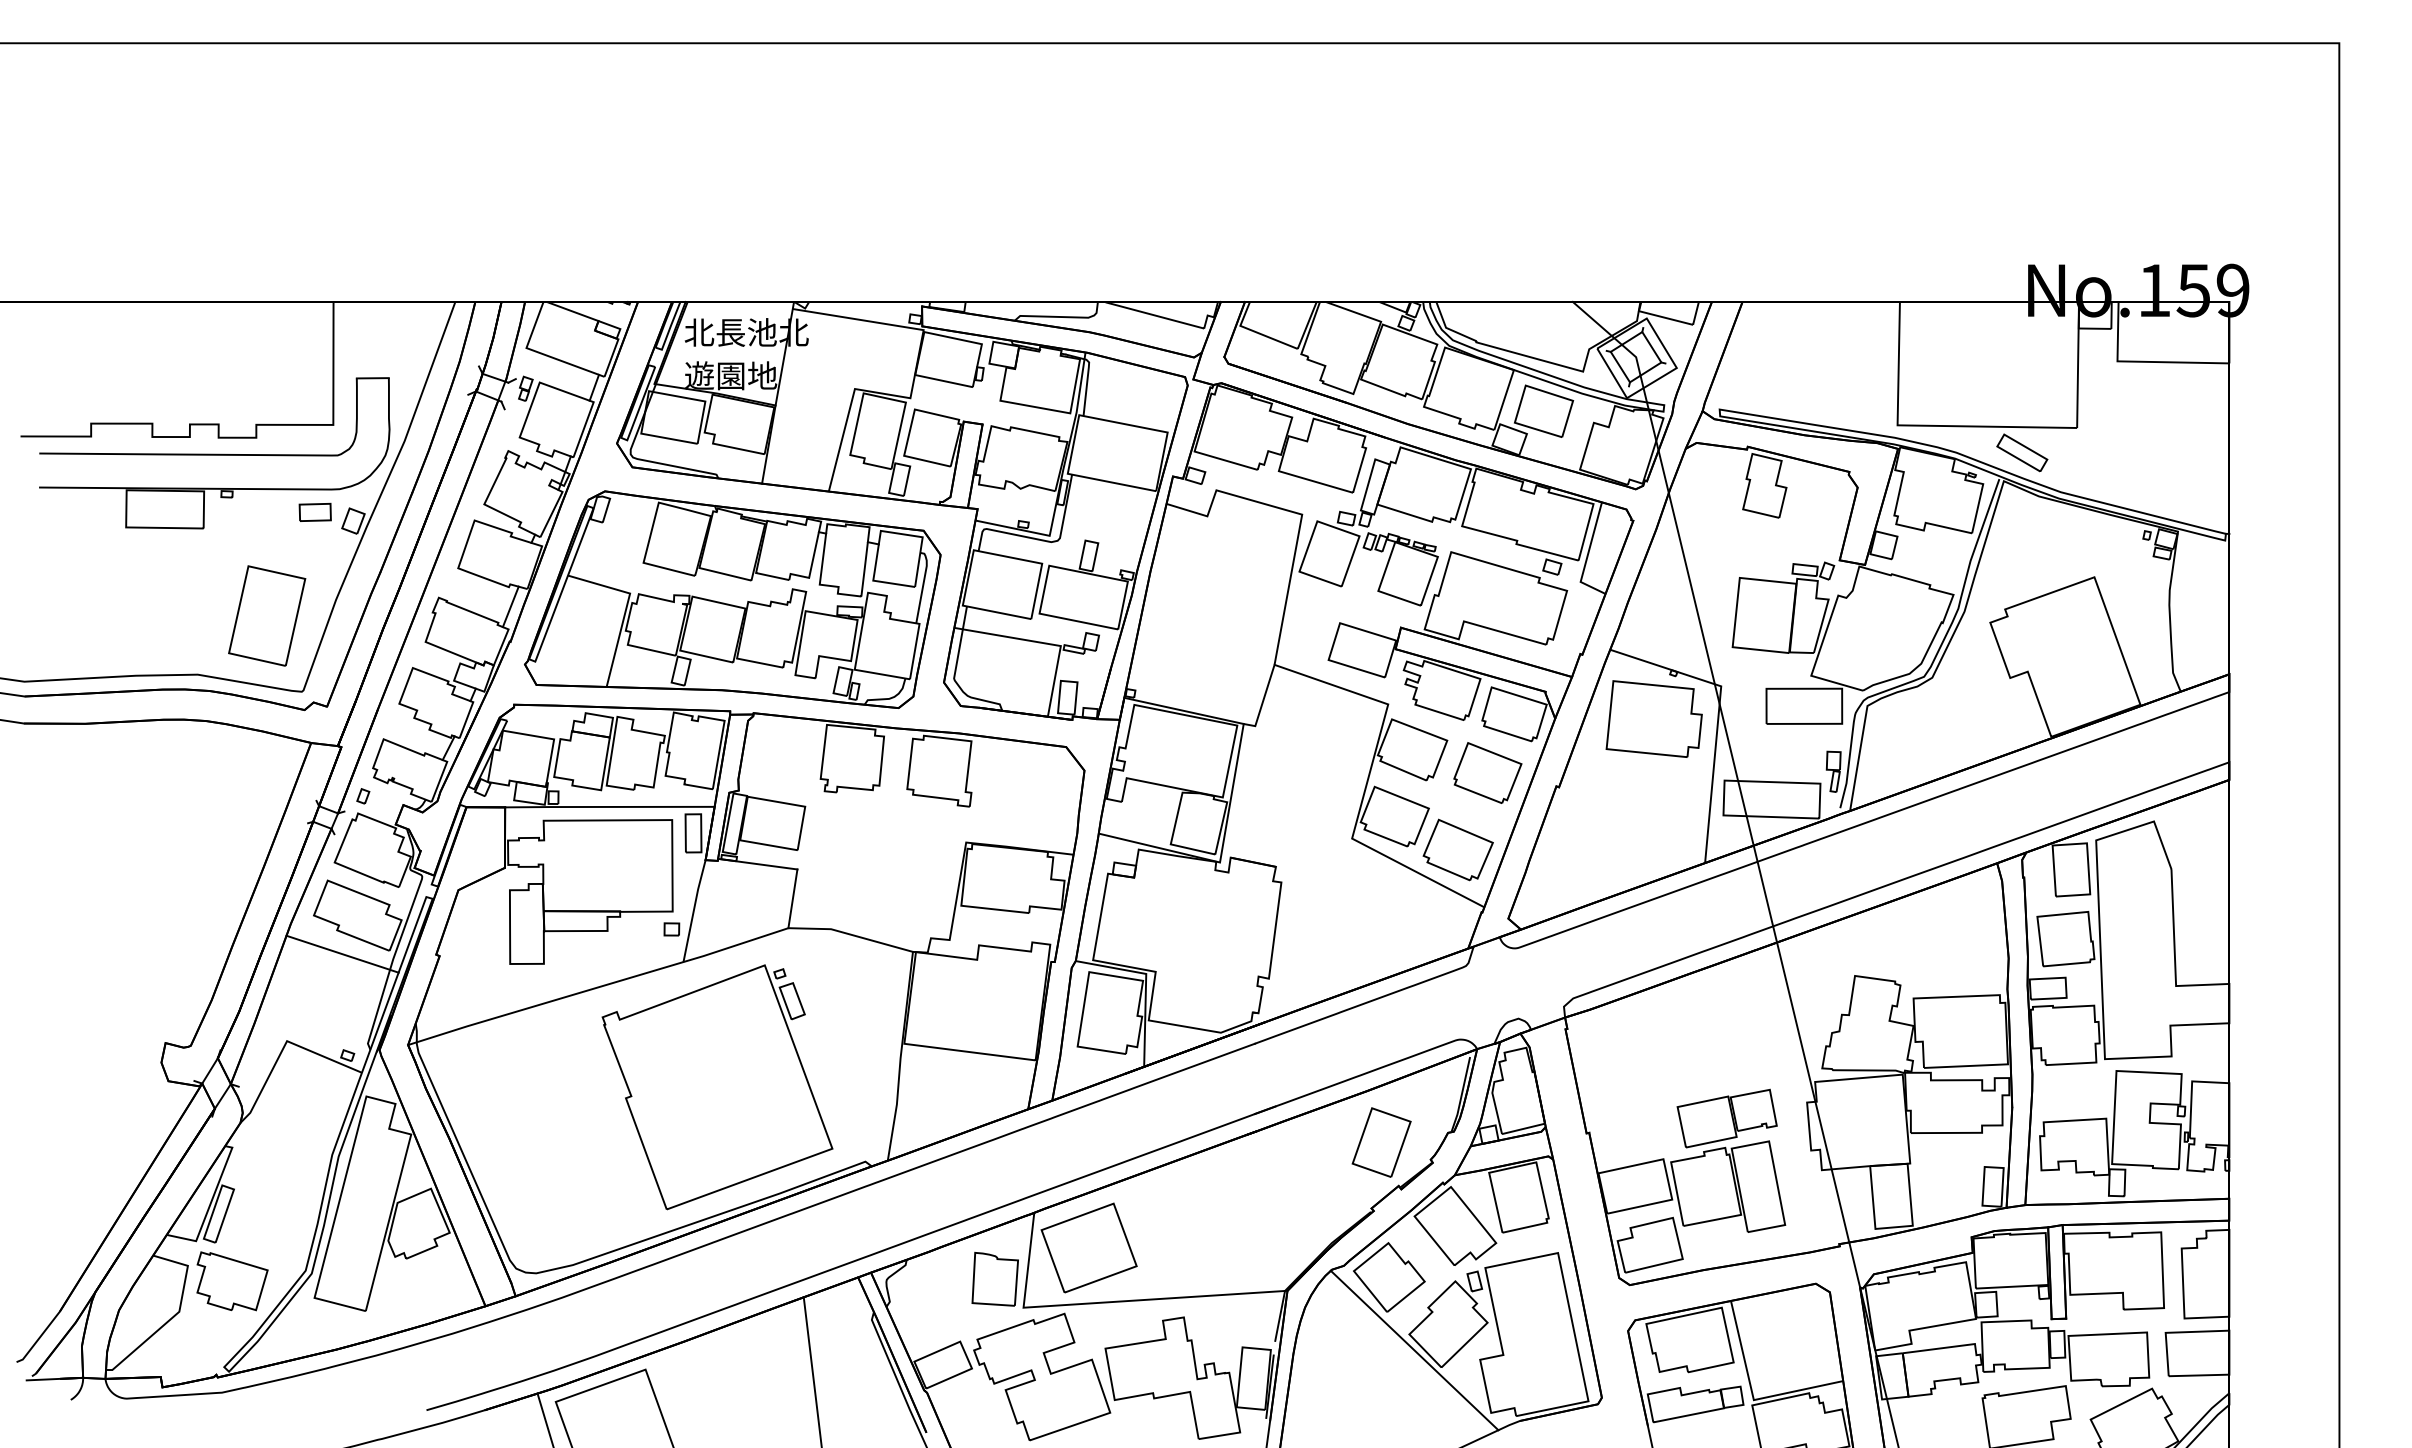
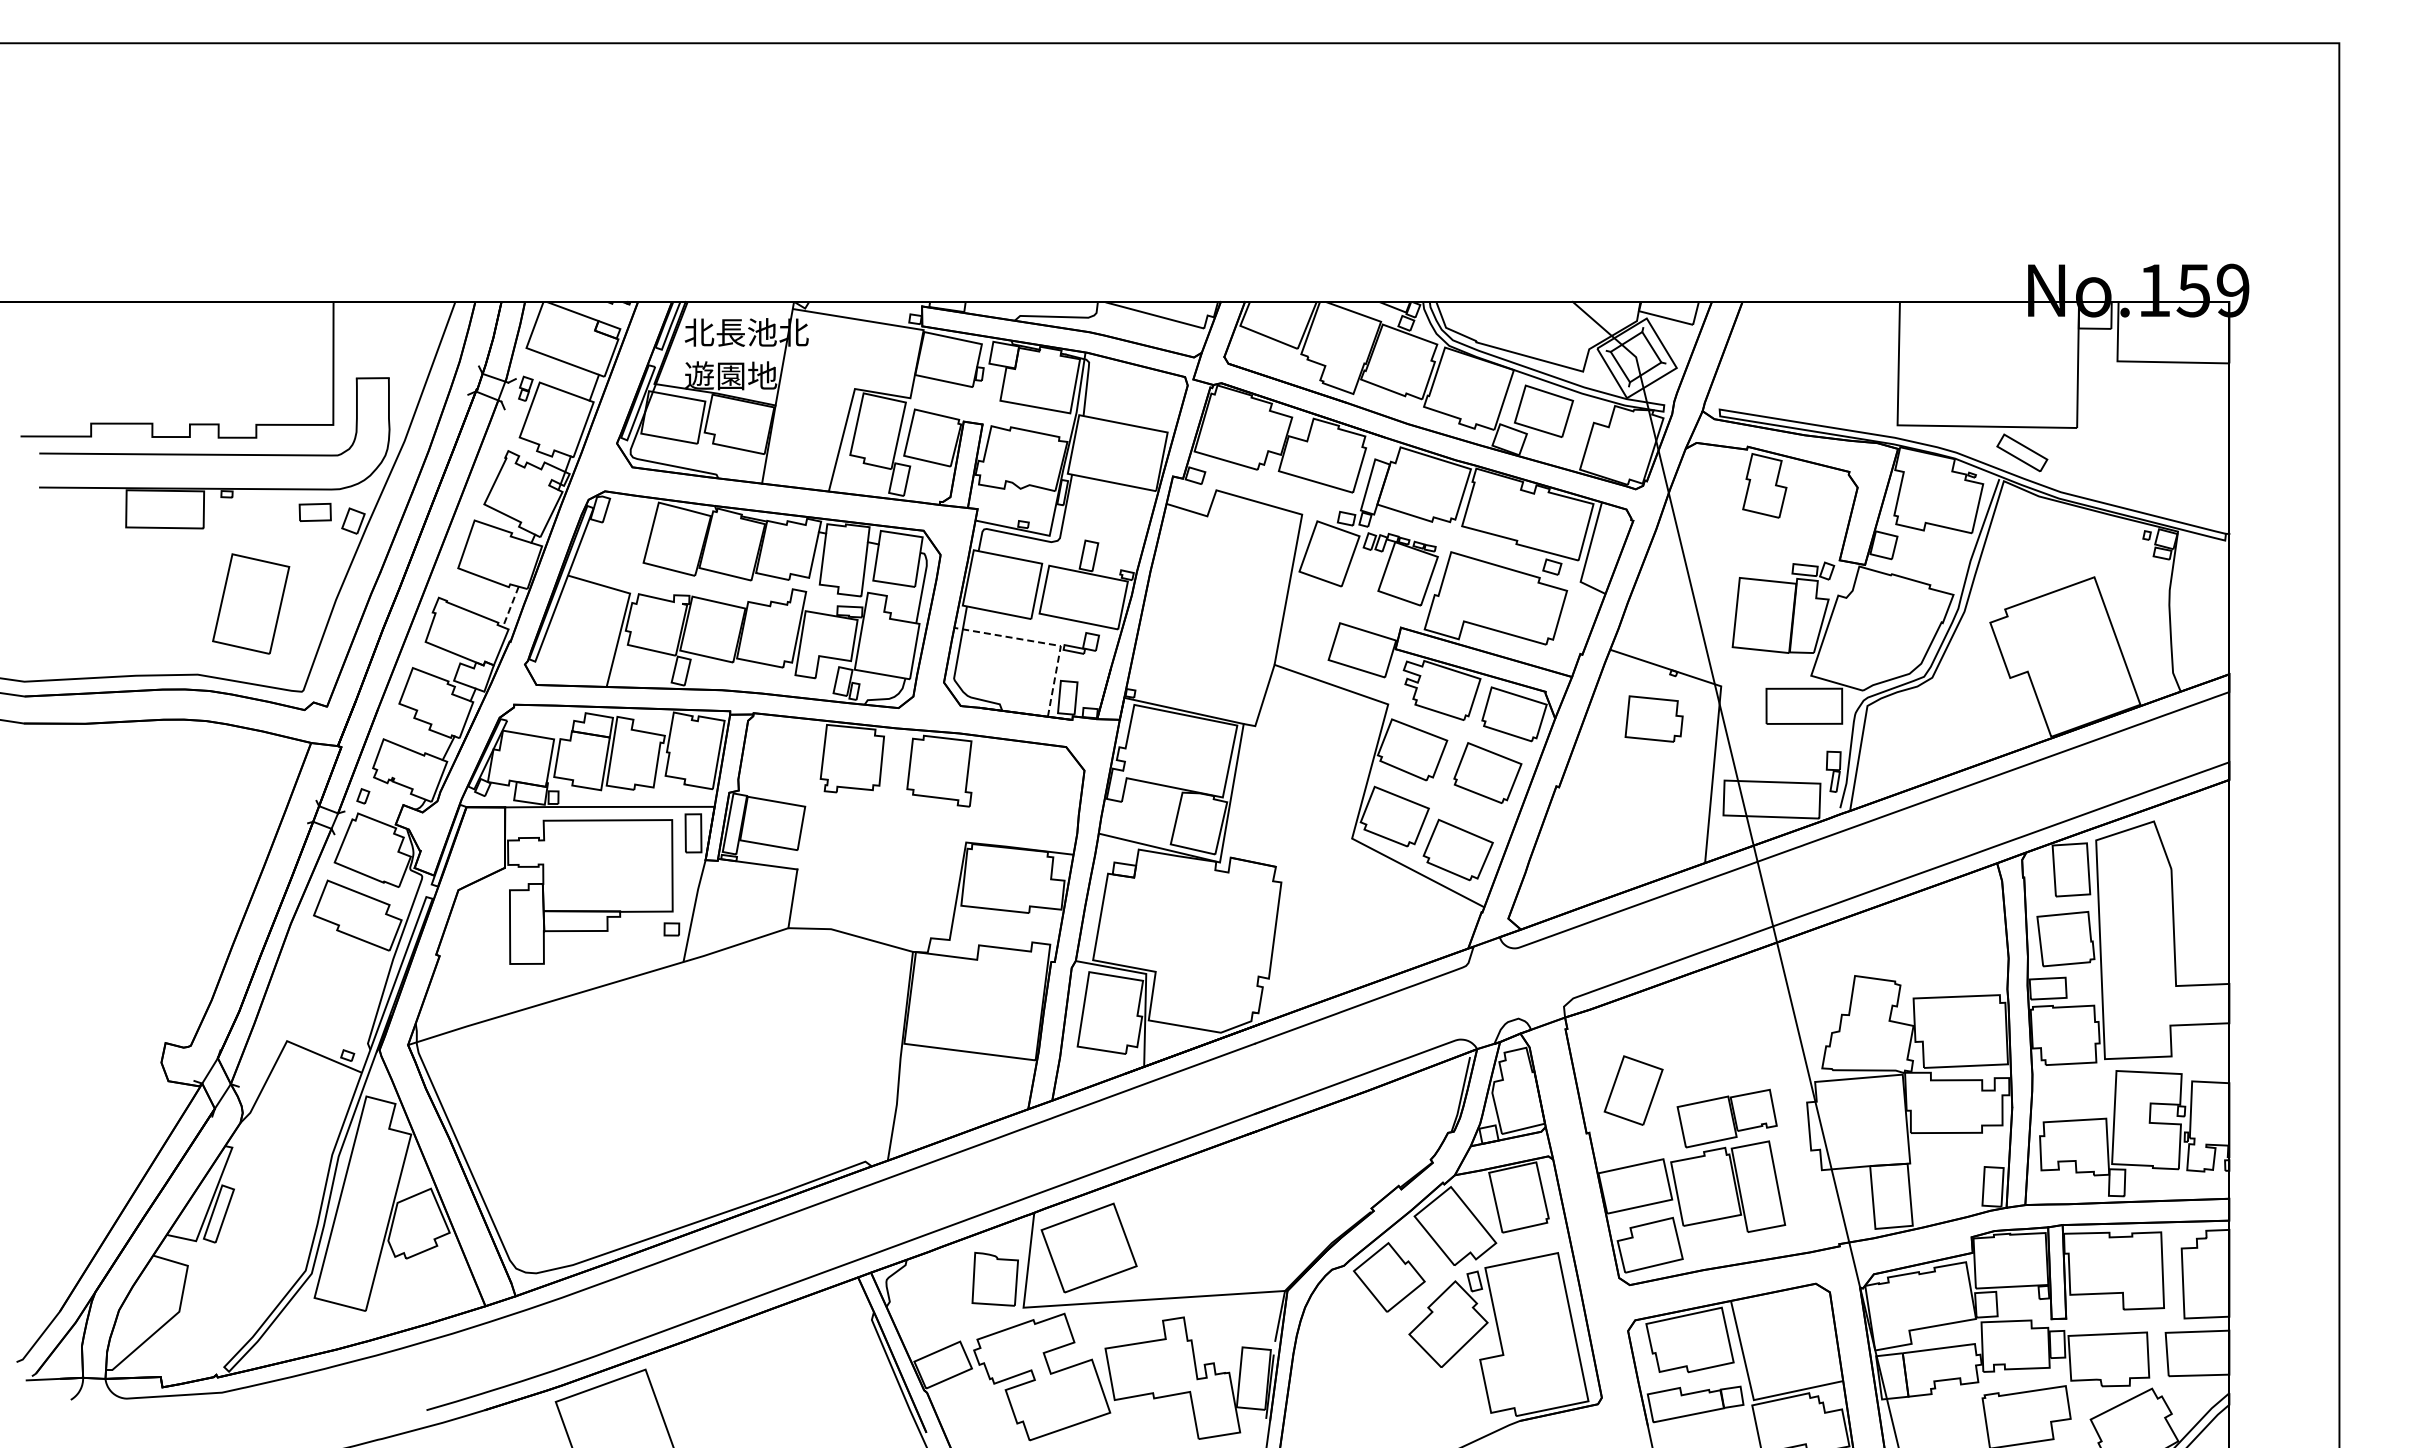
line at (510, 606): solid -> dashed
part at (267, 615) position: (267, 615) -> (251, 603)
line at (1043, 643): solid -> dashed
part at (1653, 718) size: 98x78 px -> 60x48 px
line at (342, 953): present -> none
part at (717, 1087): present -> none
part at (1381, 1142) position: (1381, 1142) -> (1633, 1090)
part at (232, 1281): present -> none
line at (1414, 1350): present -> none
line at (812, 1370): present -> none
line at (544, 1418): present -> none
